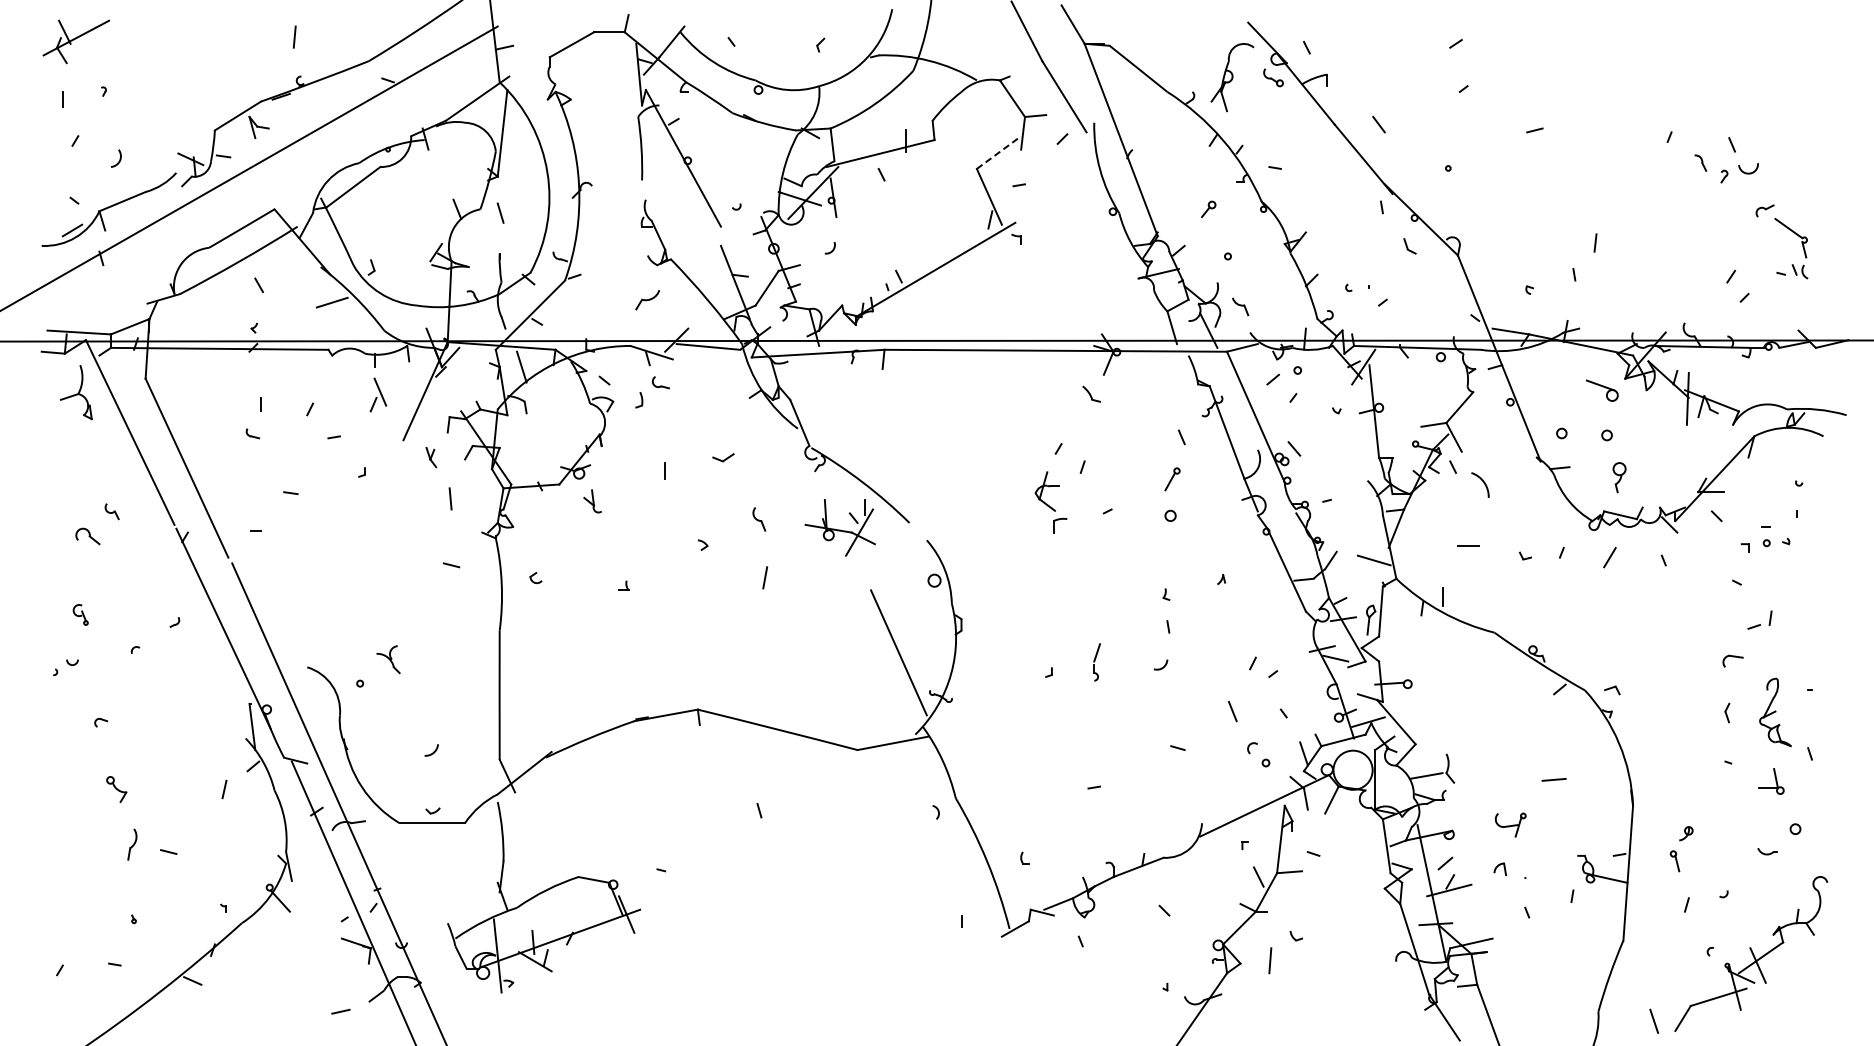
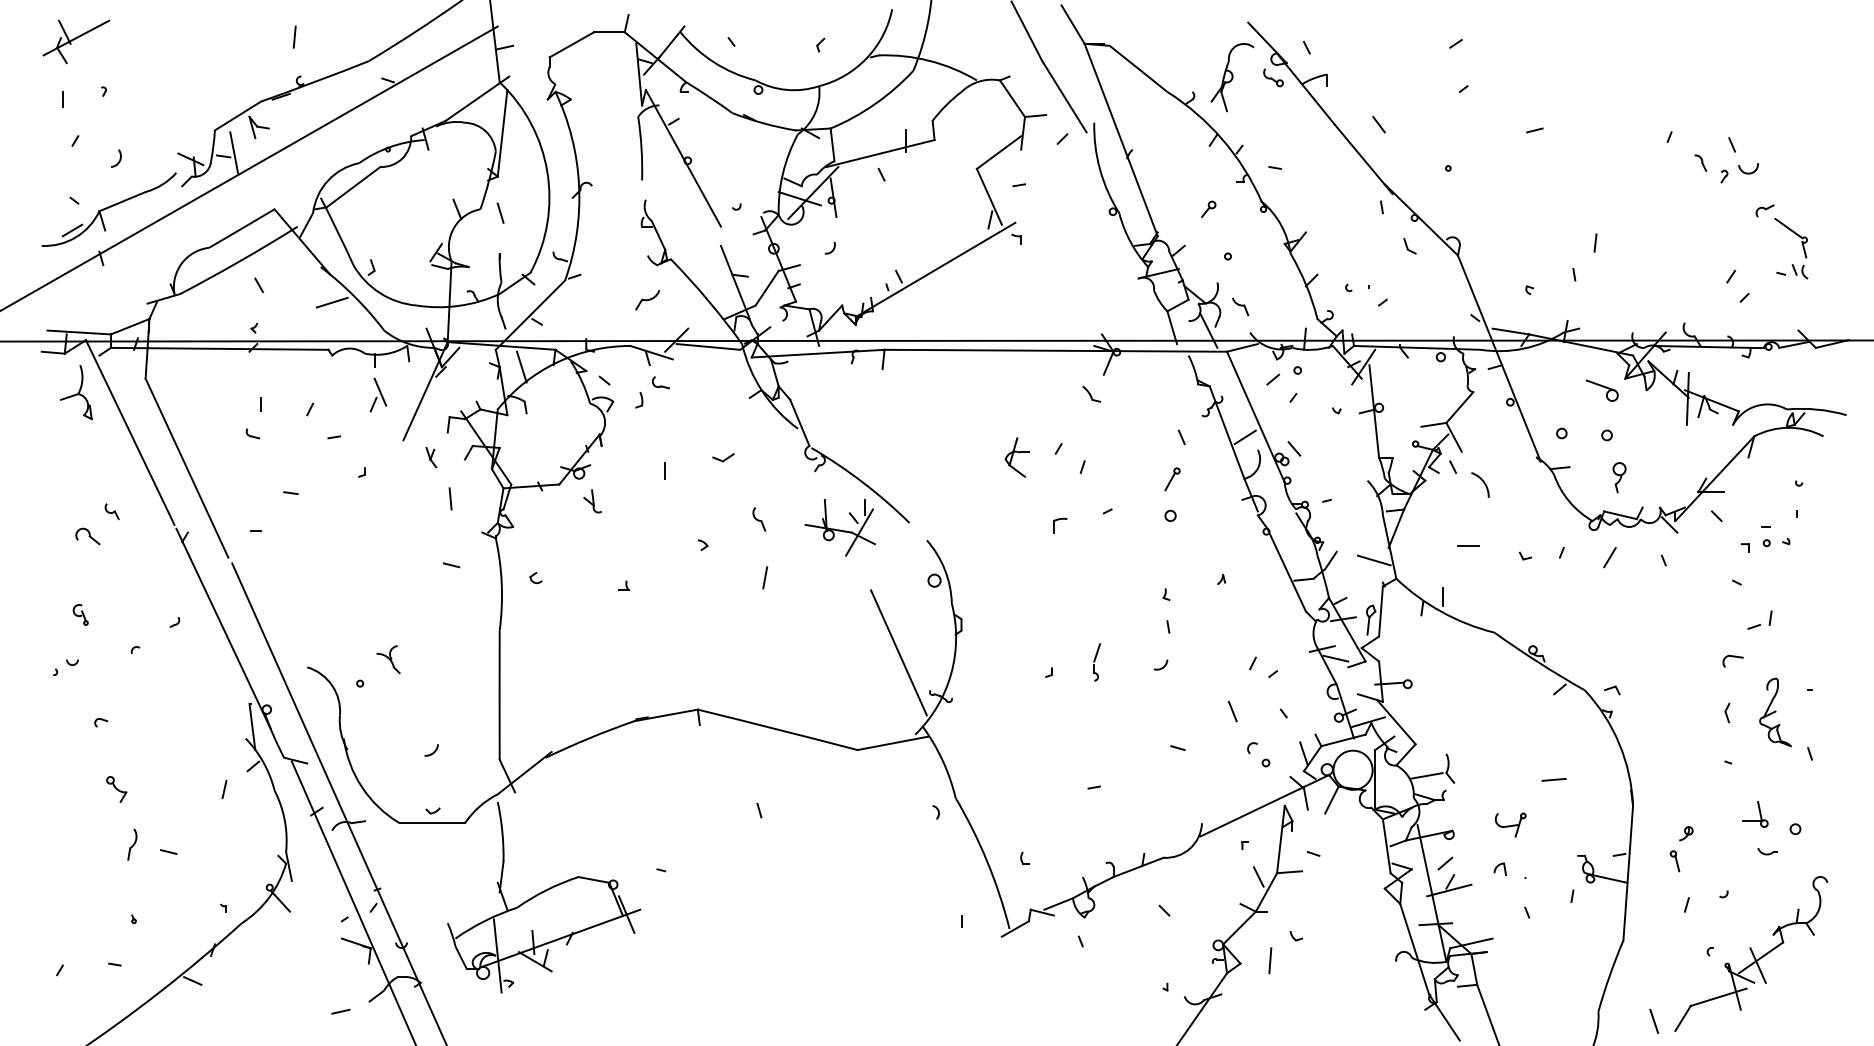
line at (234, 152): none -> present
line at (999, 152): dashed -> solid
line at (1244, 437): none -> present
part at (1046, 491) position: (1046, 491) -> (1016, 457)
part at (1771, 781) position: (1771, 781) -> (1755, 814)
